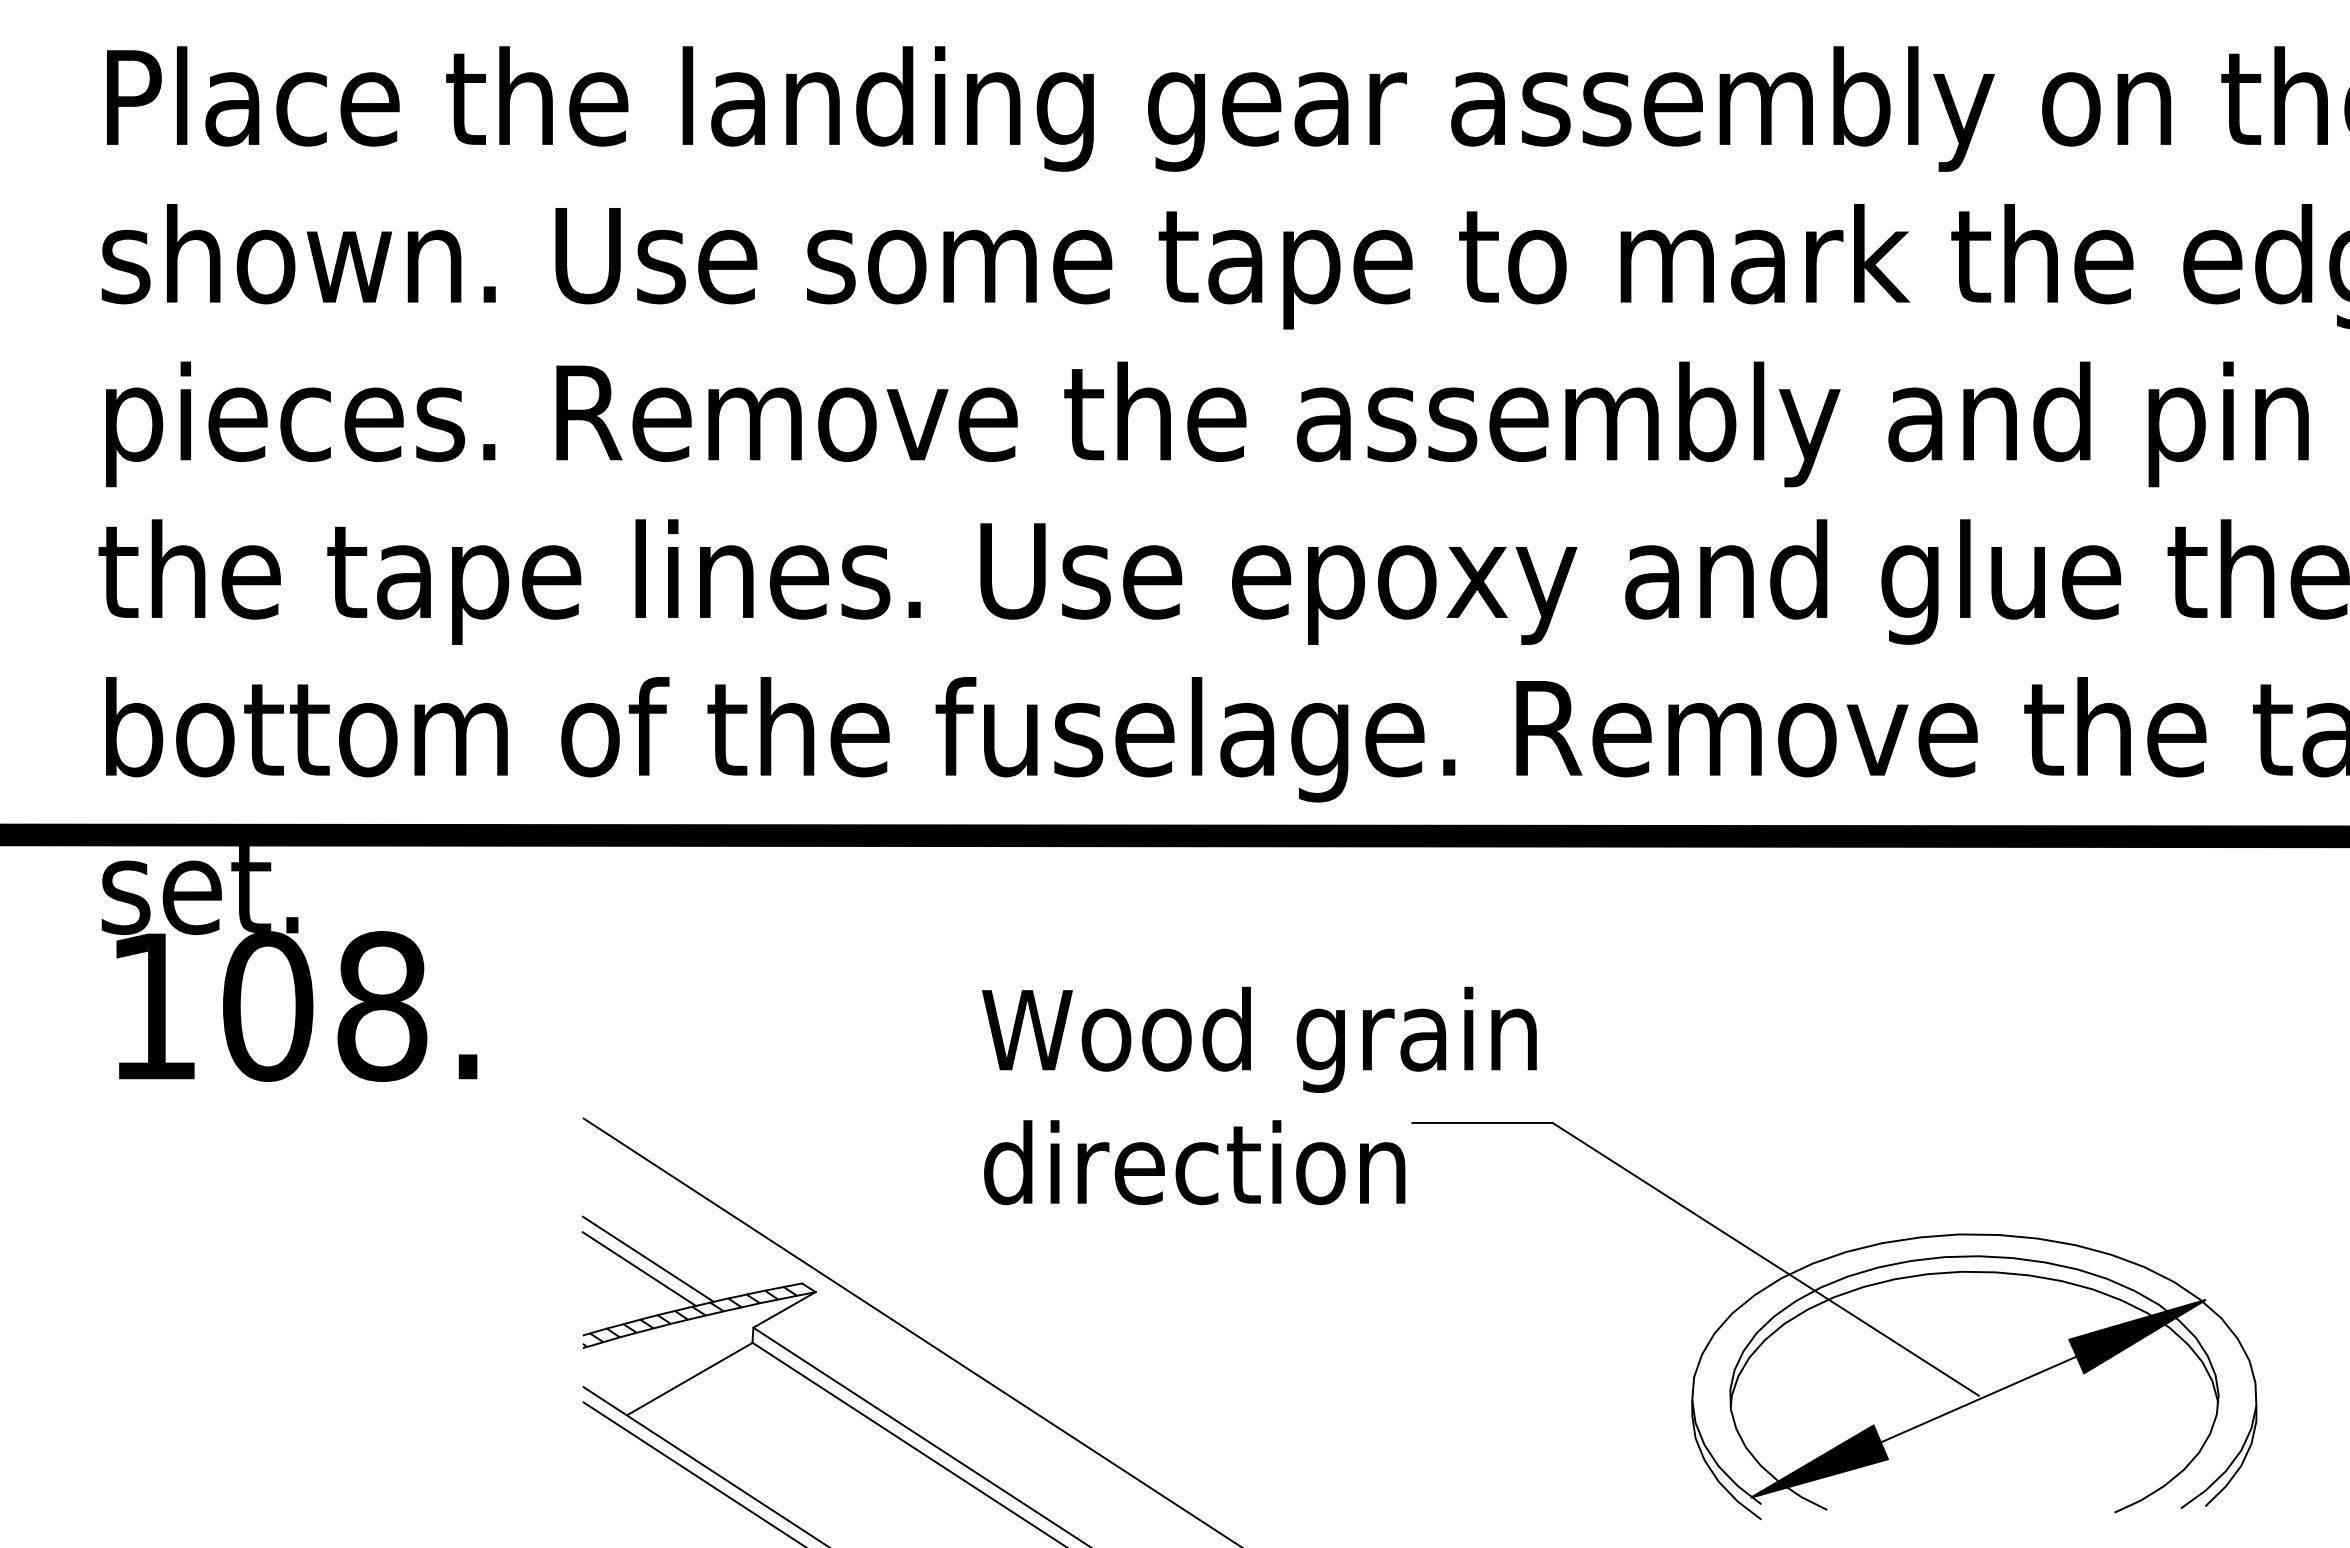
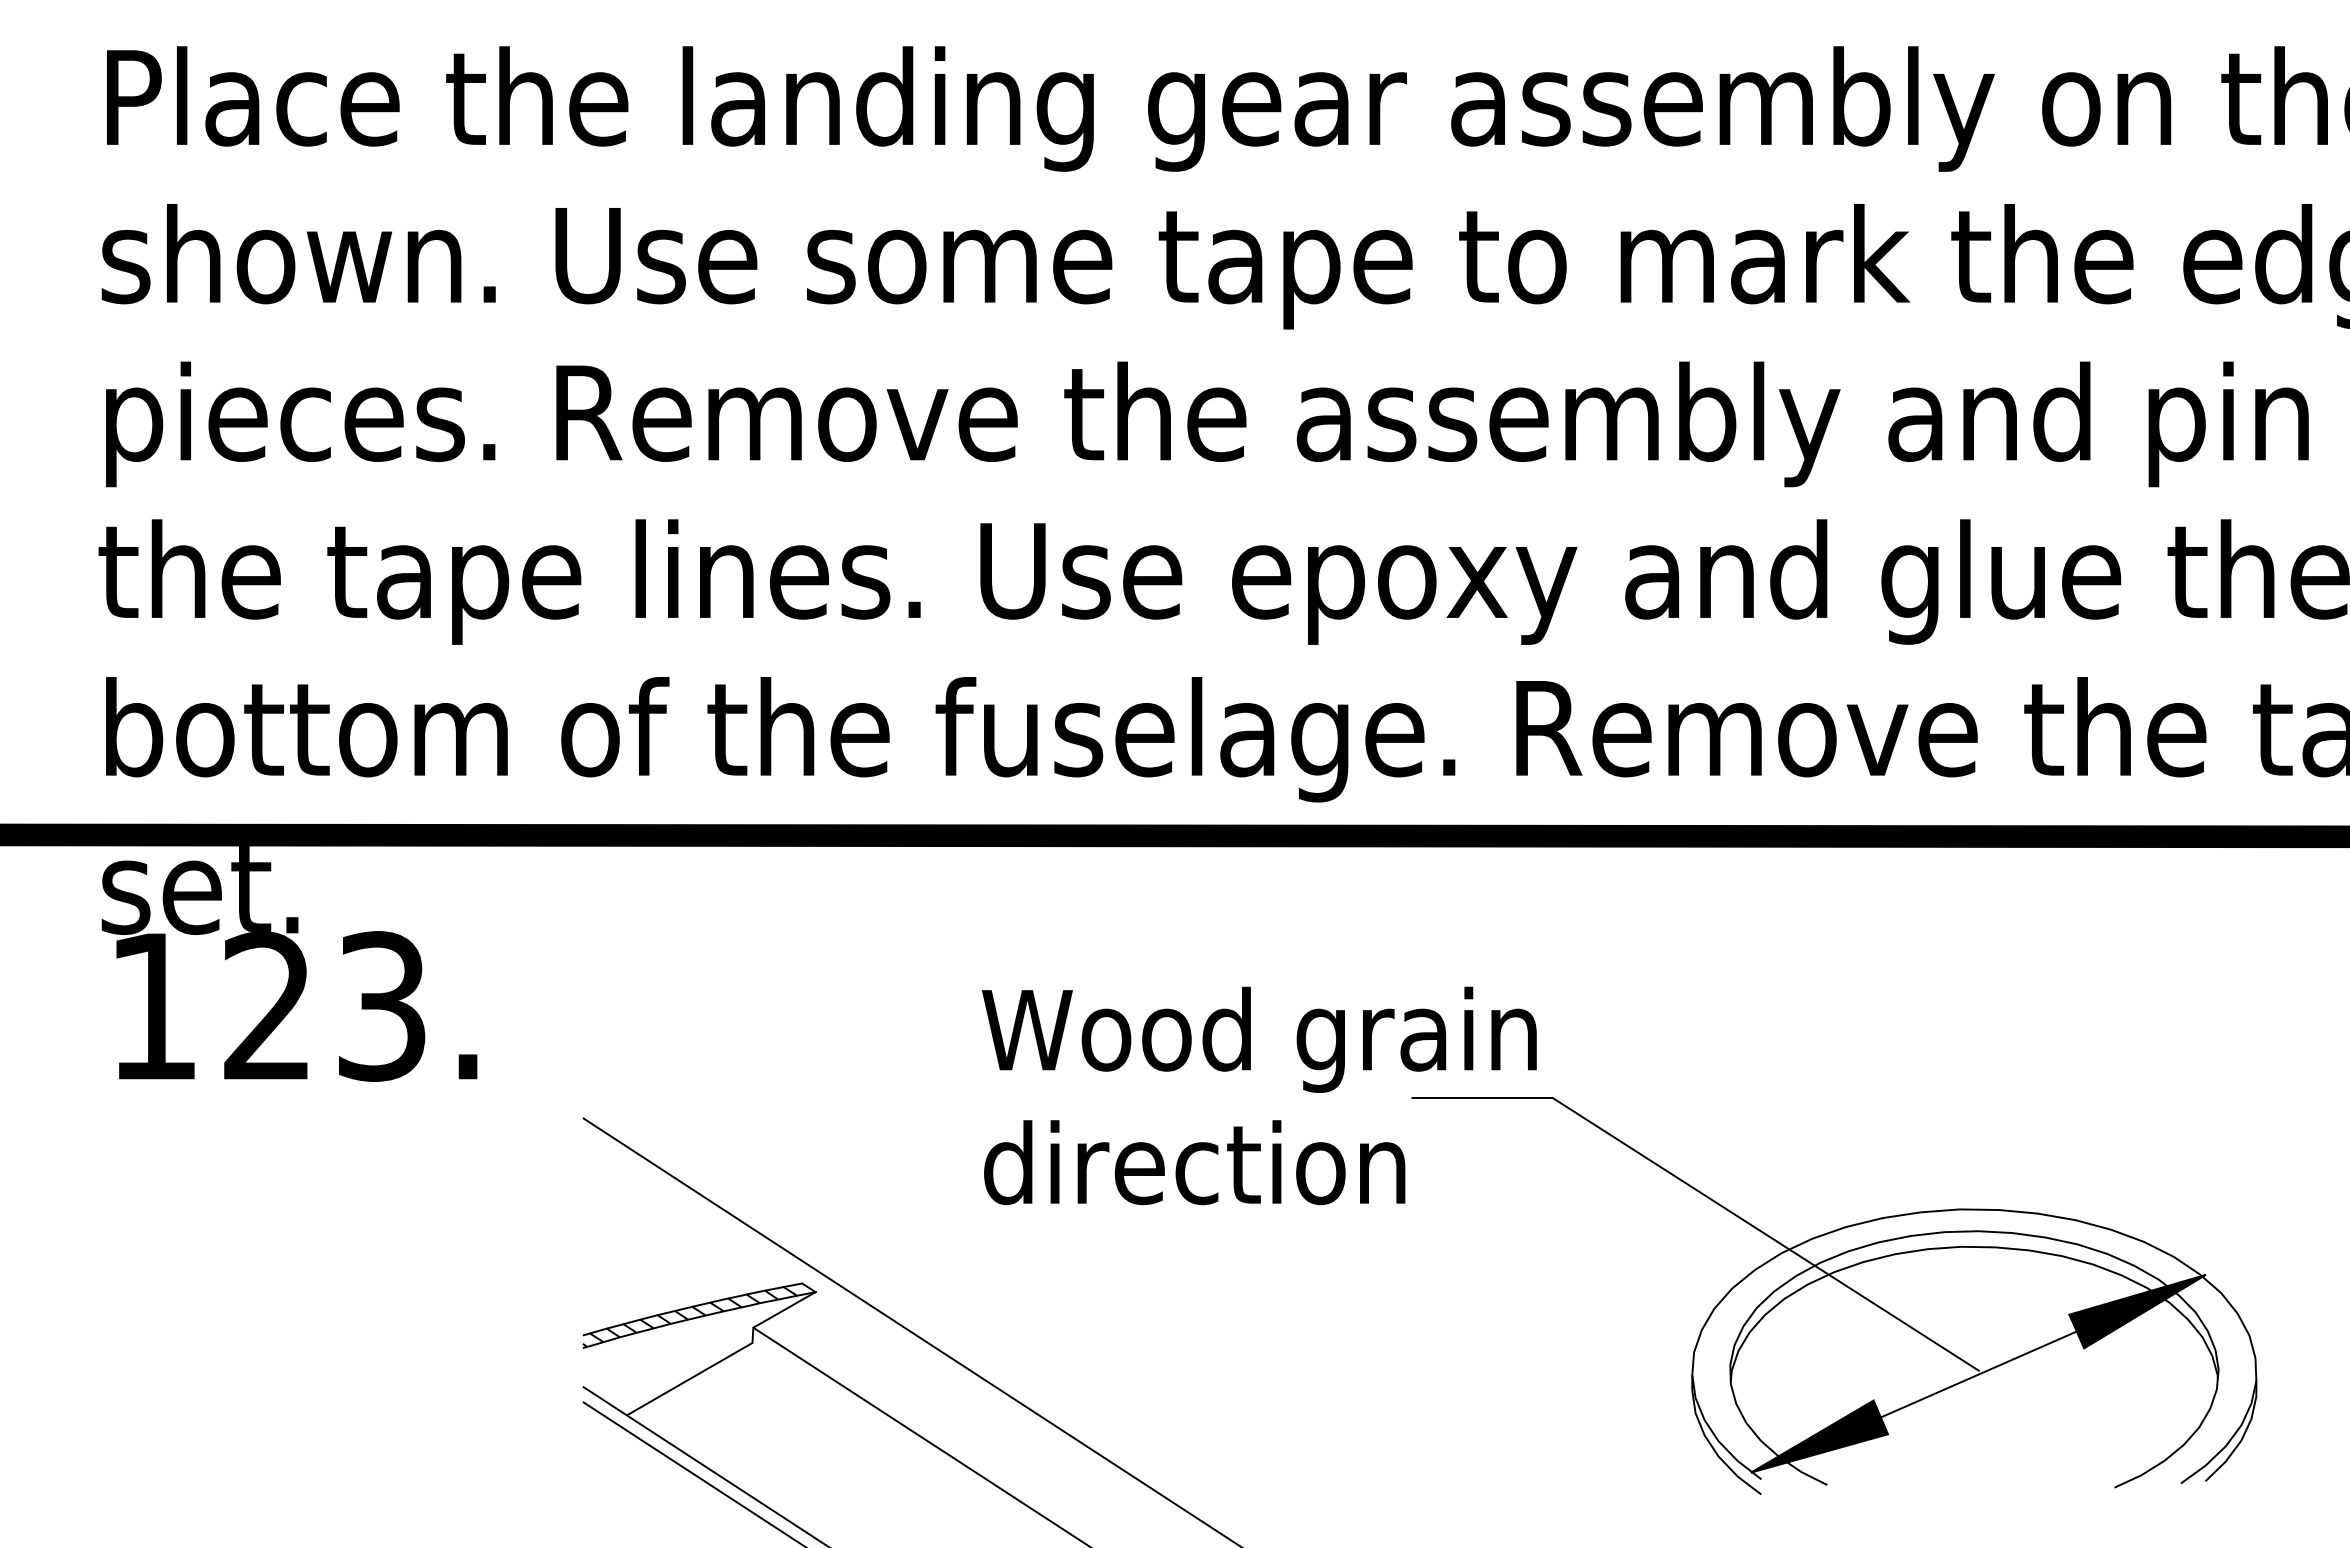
text at (325, 1006): 108. -> 123.
line at (647, 1258): present -> none
line at (638, 1268): present -> none
part at (1834, 1321) position: (1834, 1321) -> (1834, 1296)
line at (907, 1443): present -> none
